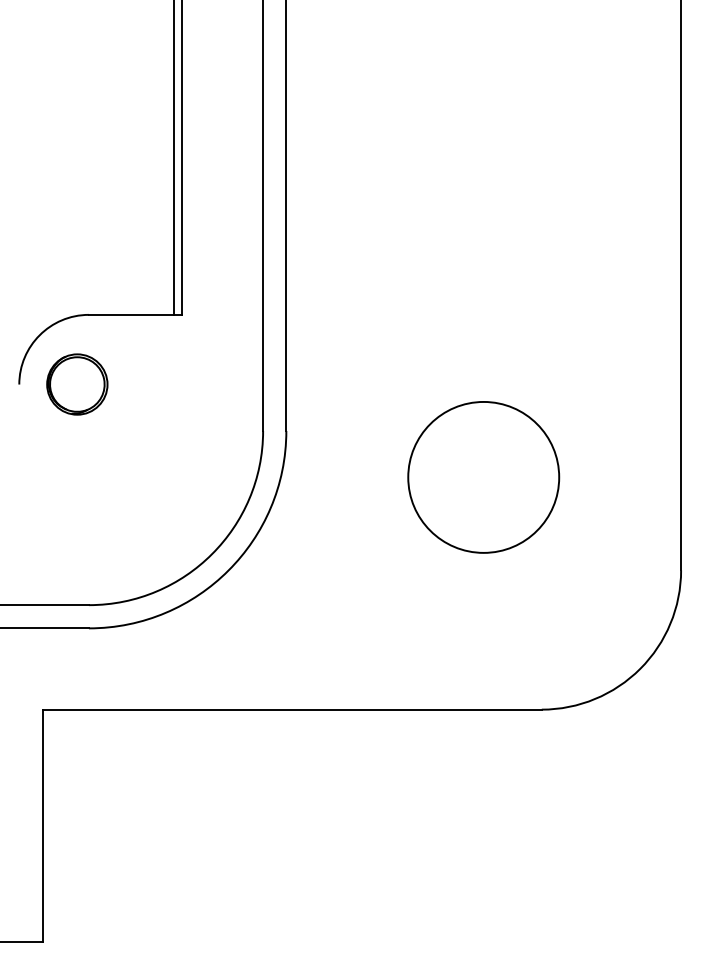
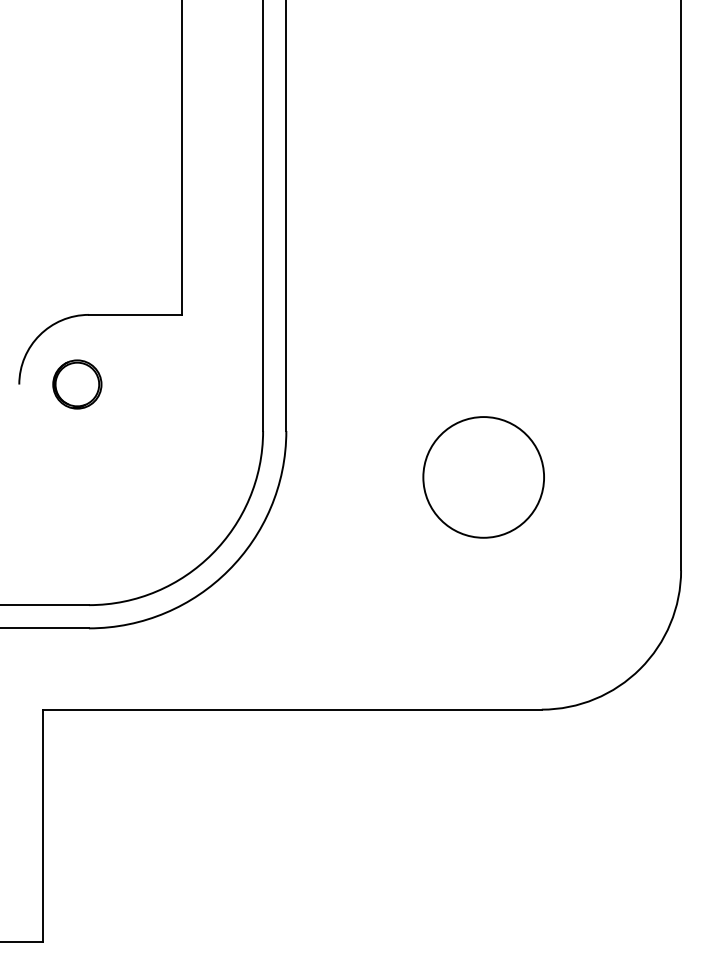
line at (174, 158): present -> none
part at (77, 384) size: 63x63 px -> 51x51 px
circle at (483, 476) diameter: 151 px -> 121 px
